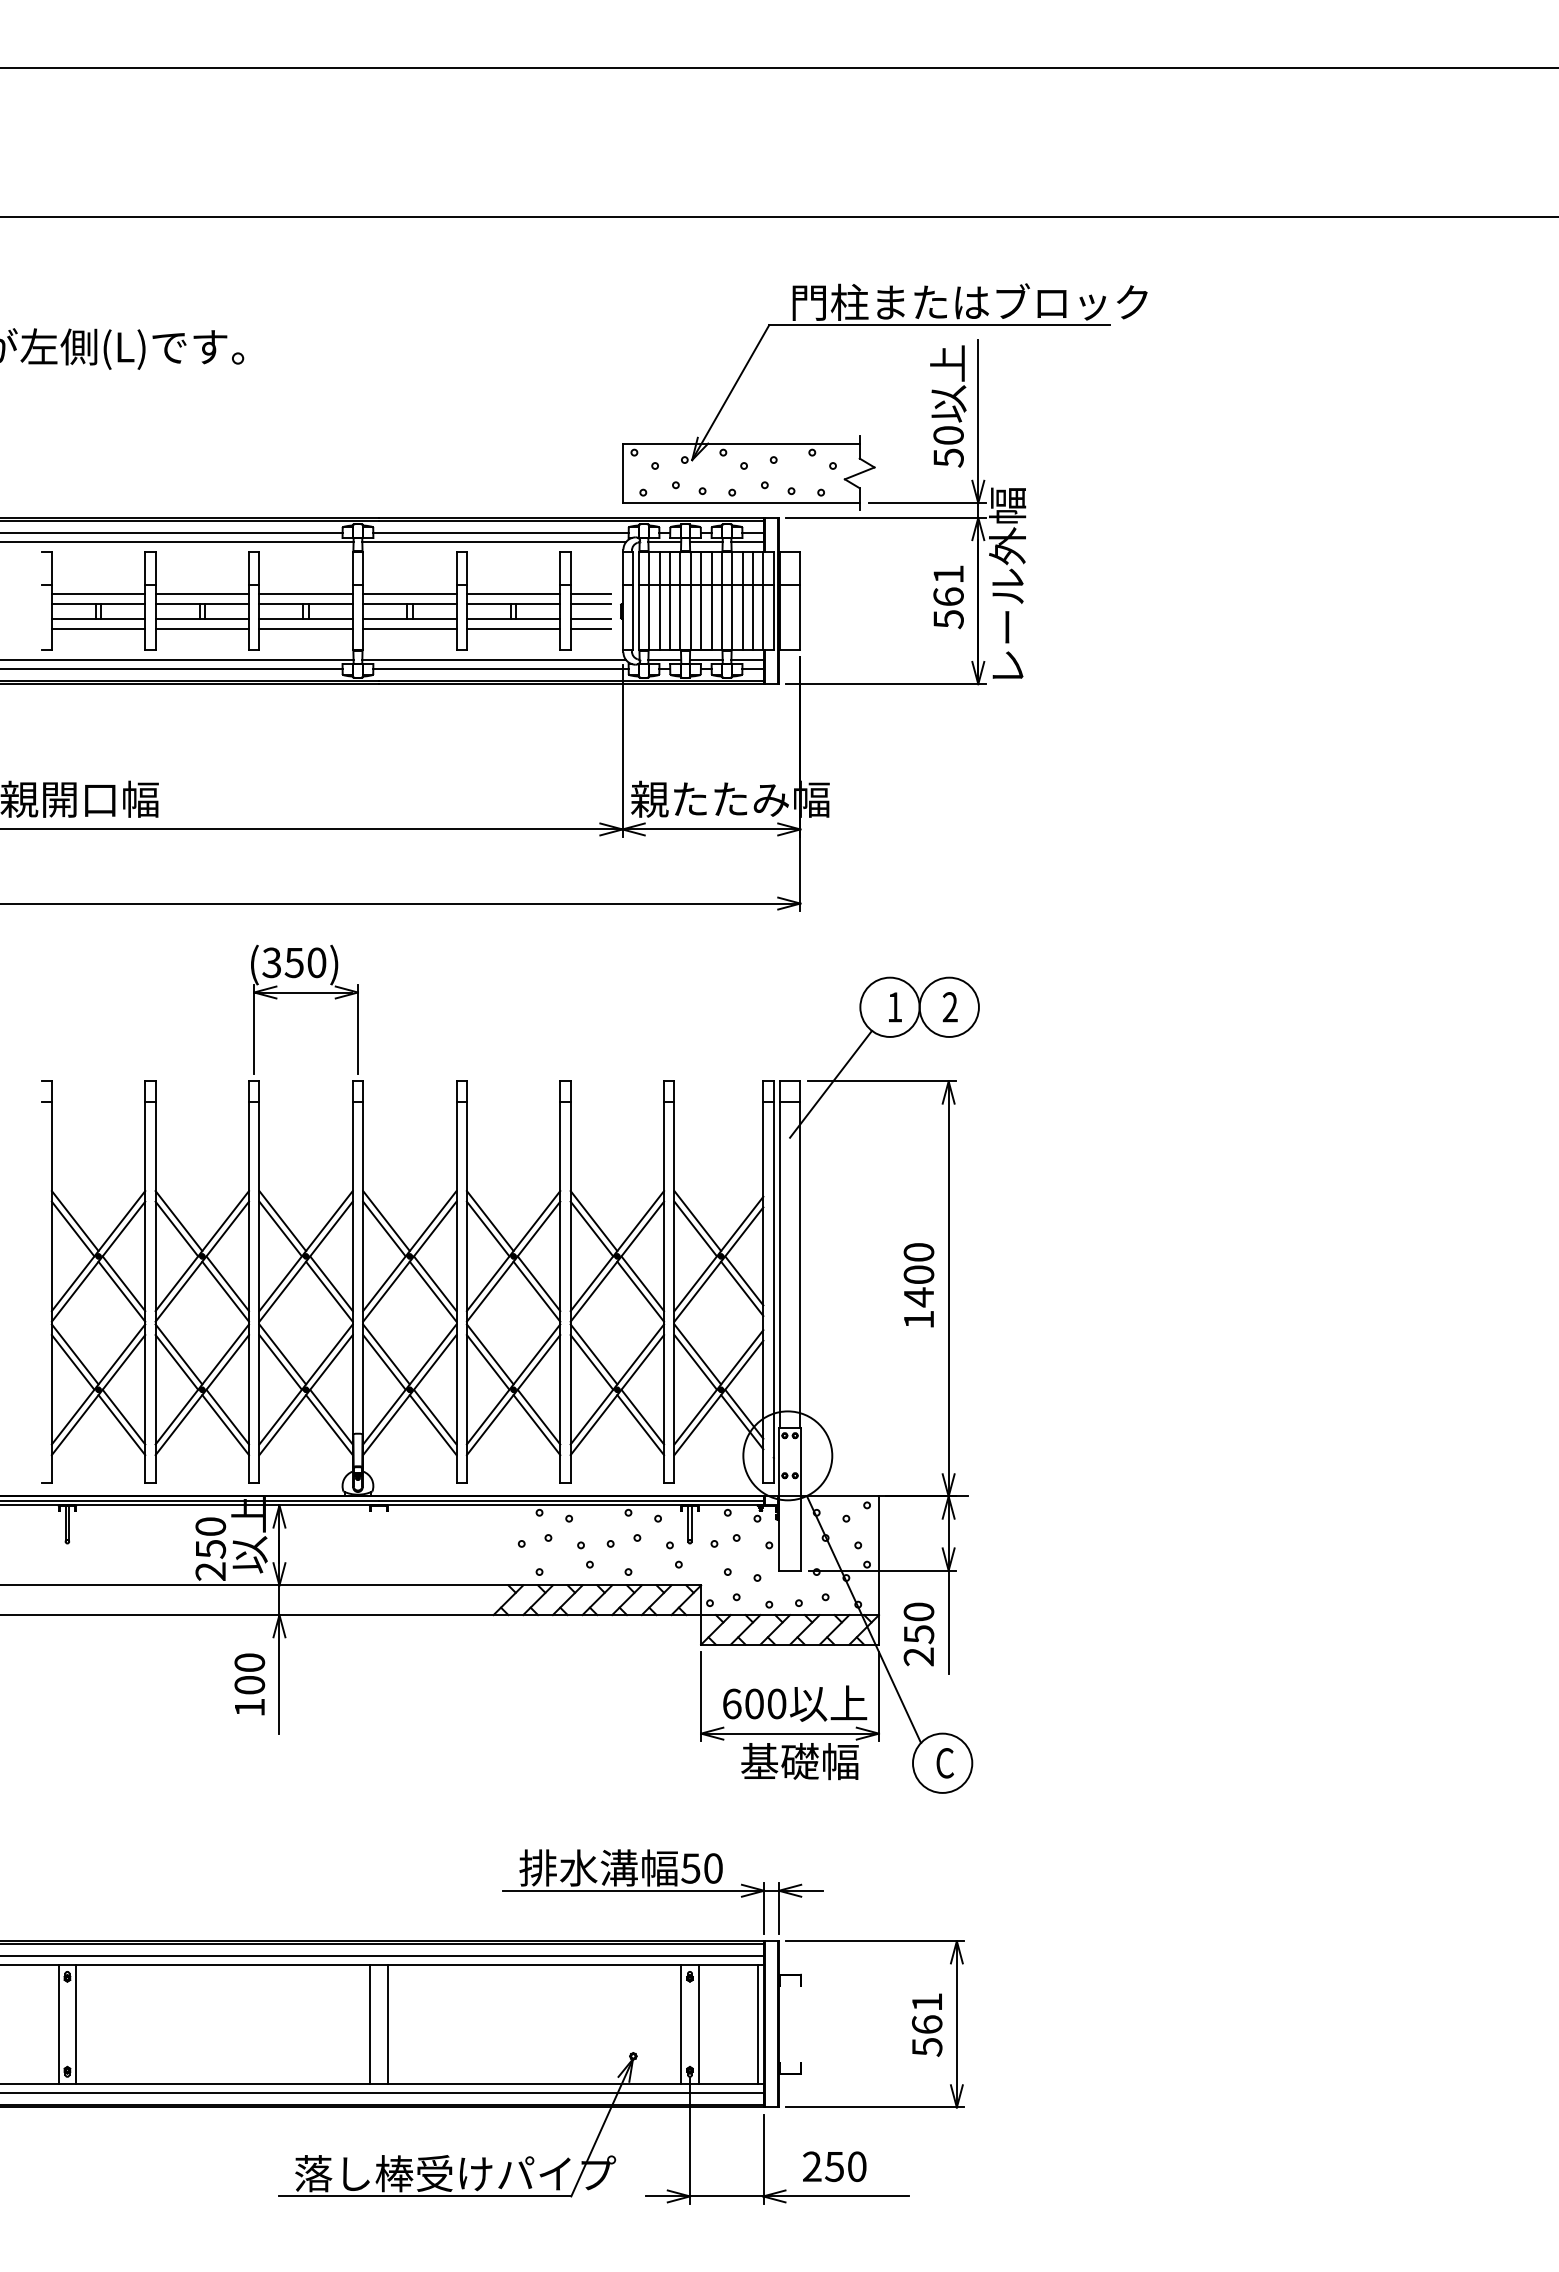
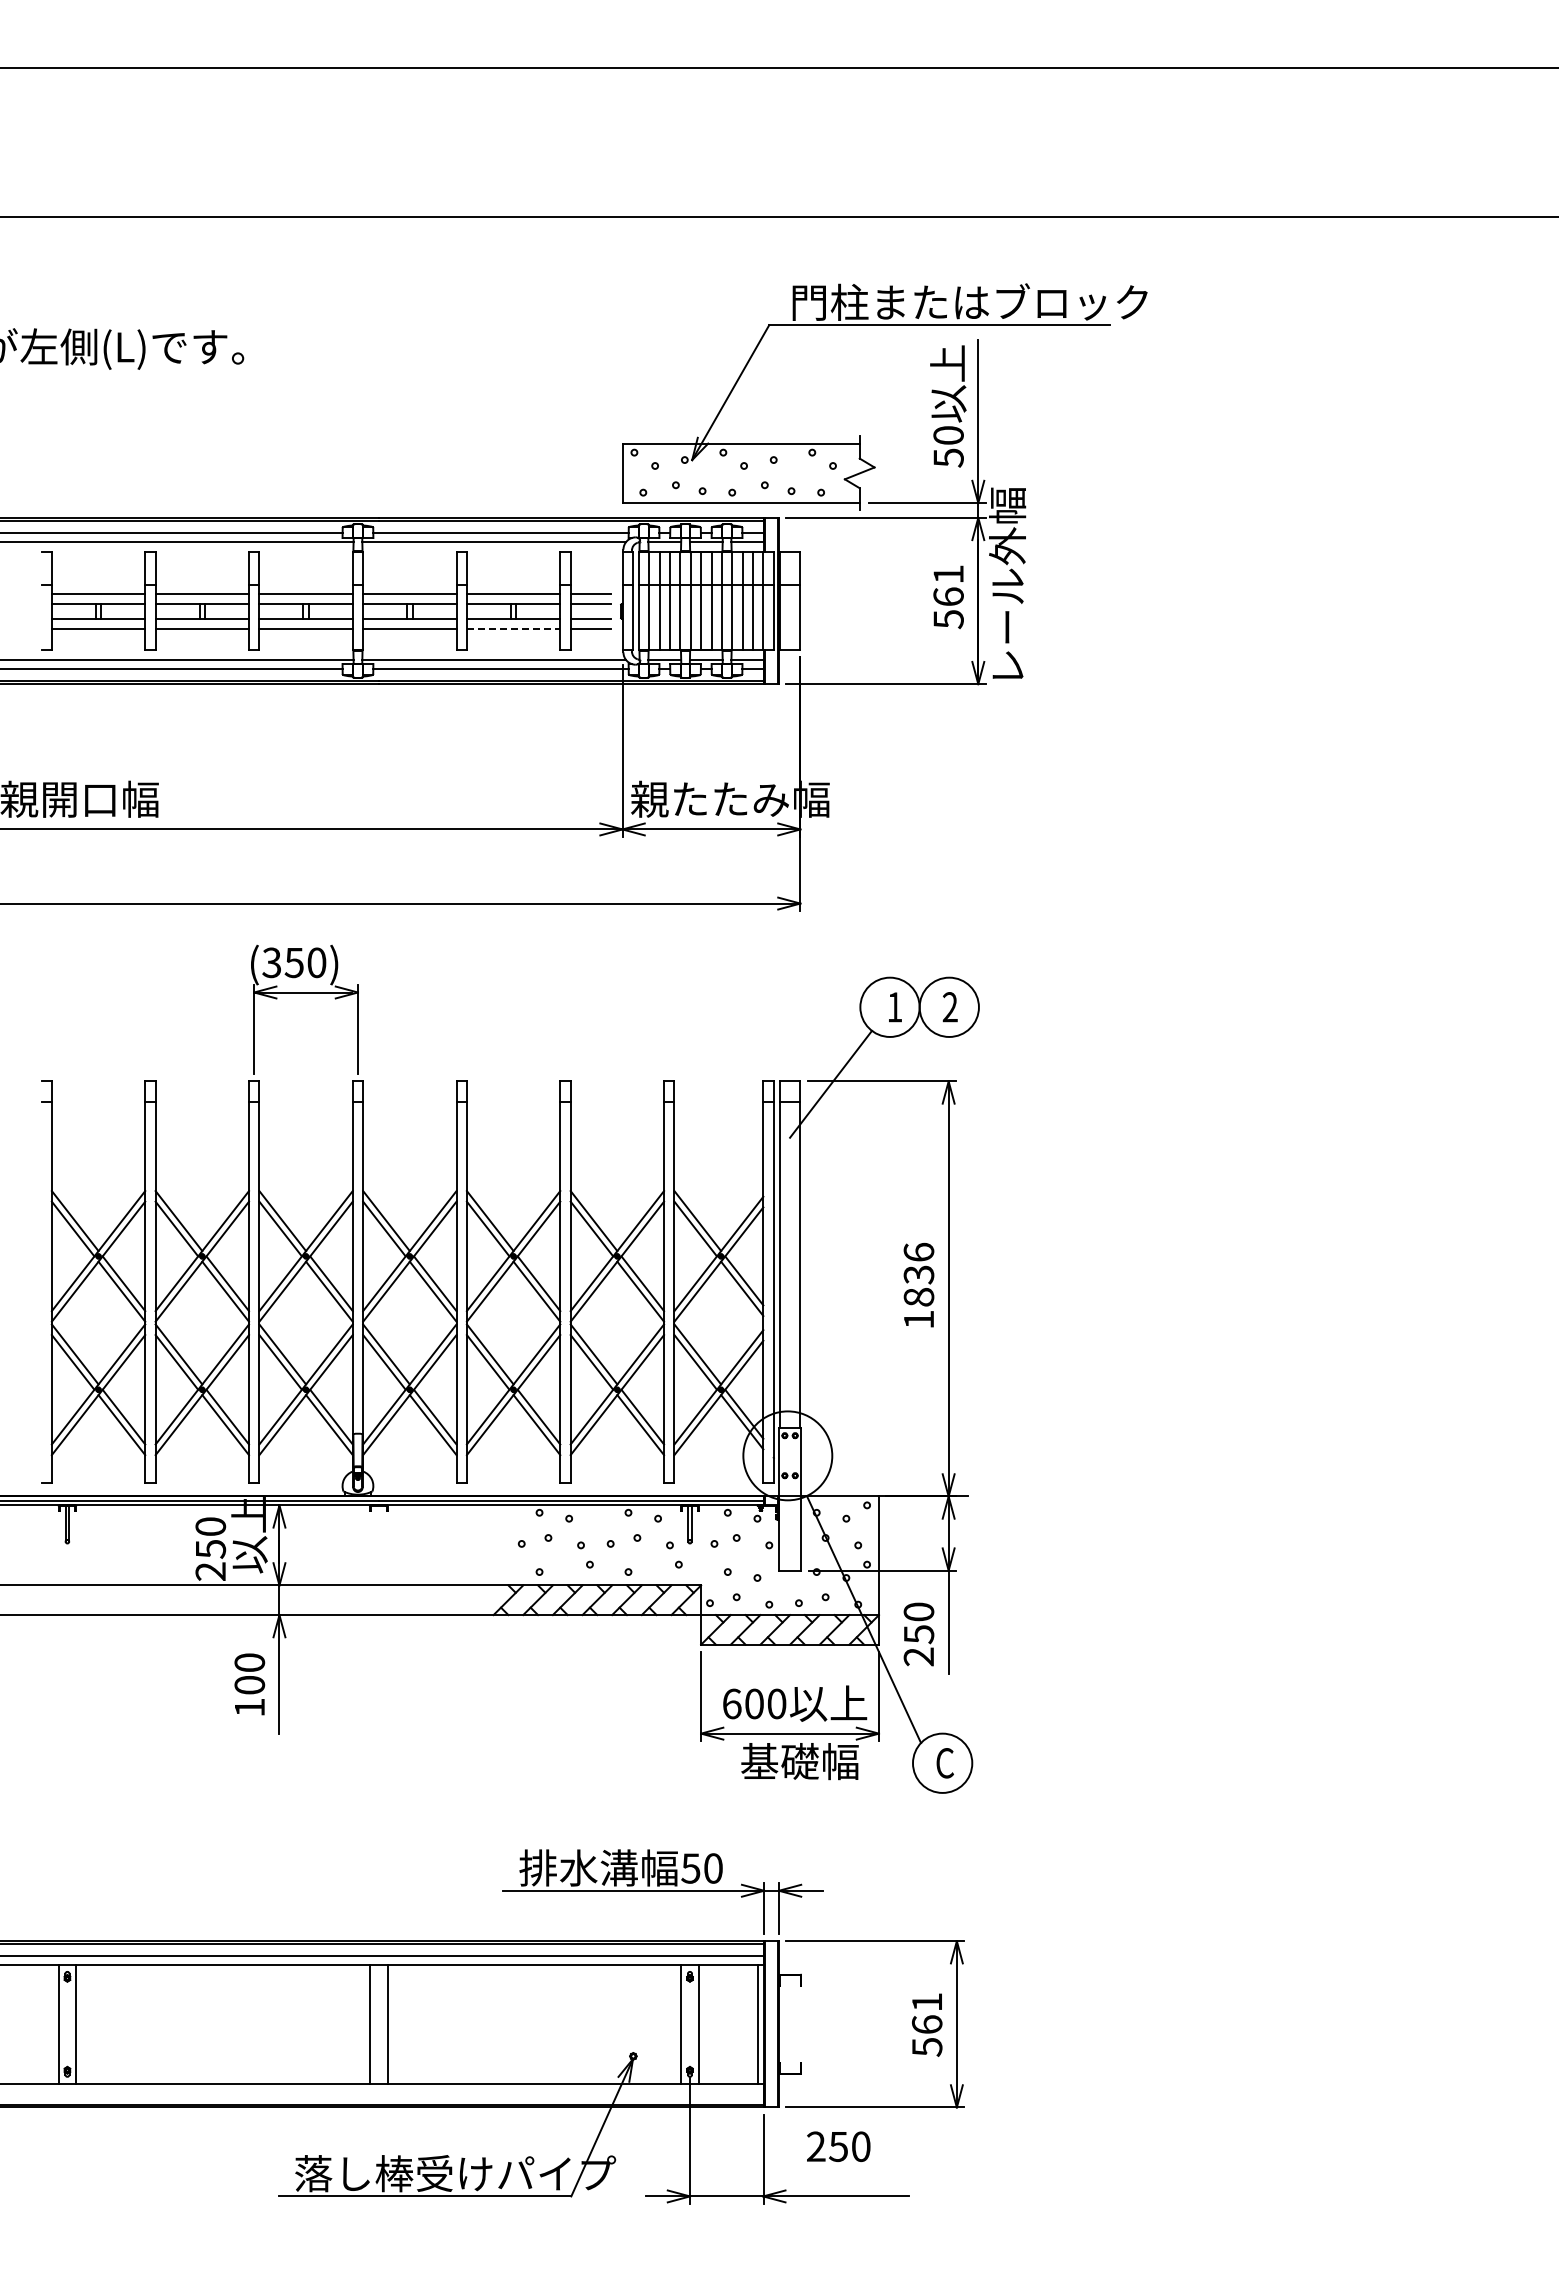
line at (513, 629): solid -> dashed
text at (918, 1274): 1400 -> 1836
line at (383, 2092): present -> none
text at (834, 2166) position: (834, 2166) -> (838, 2146)
